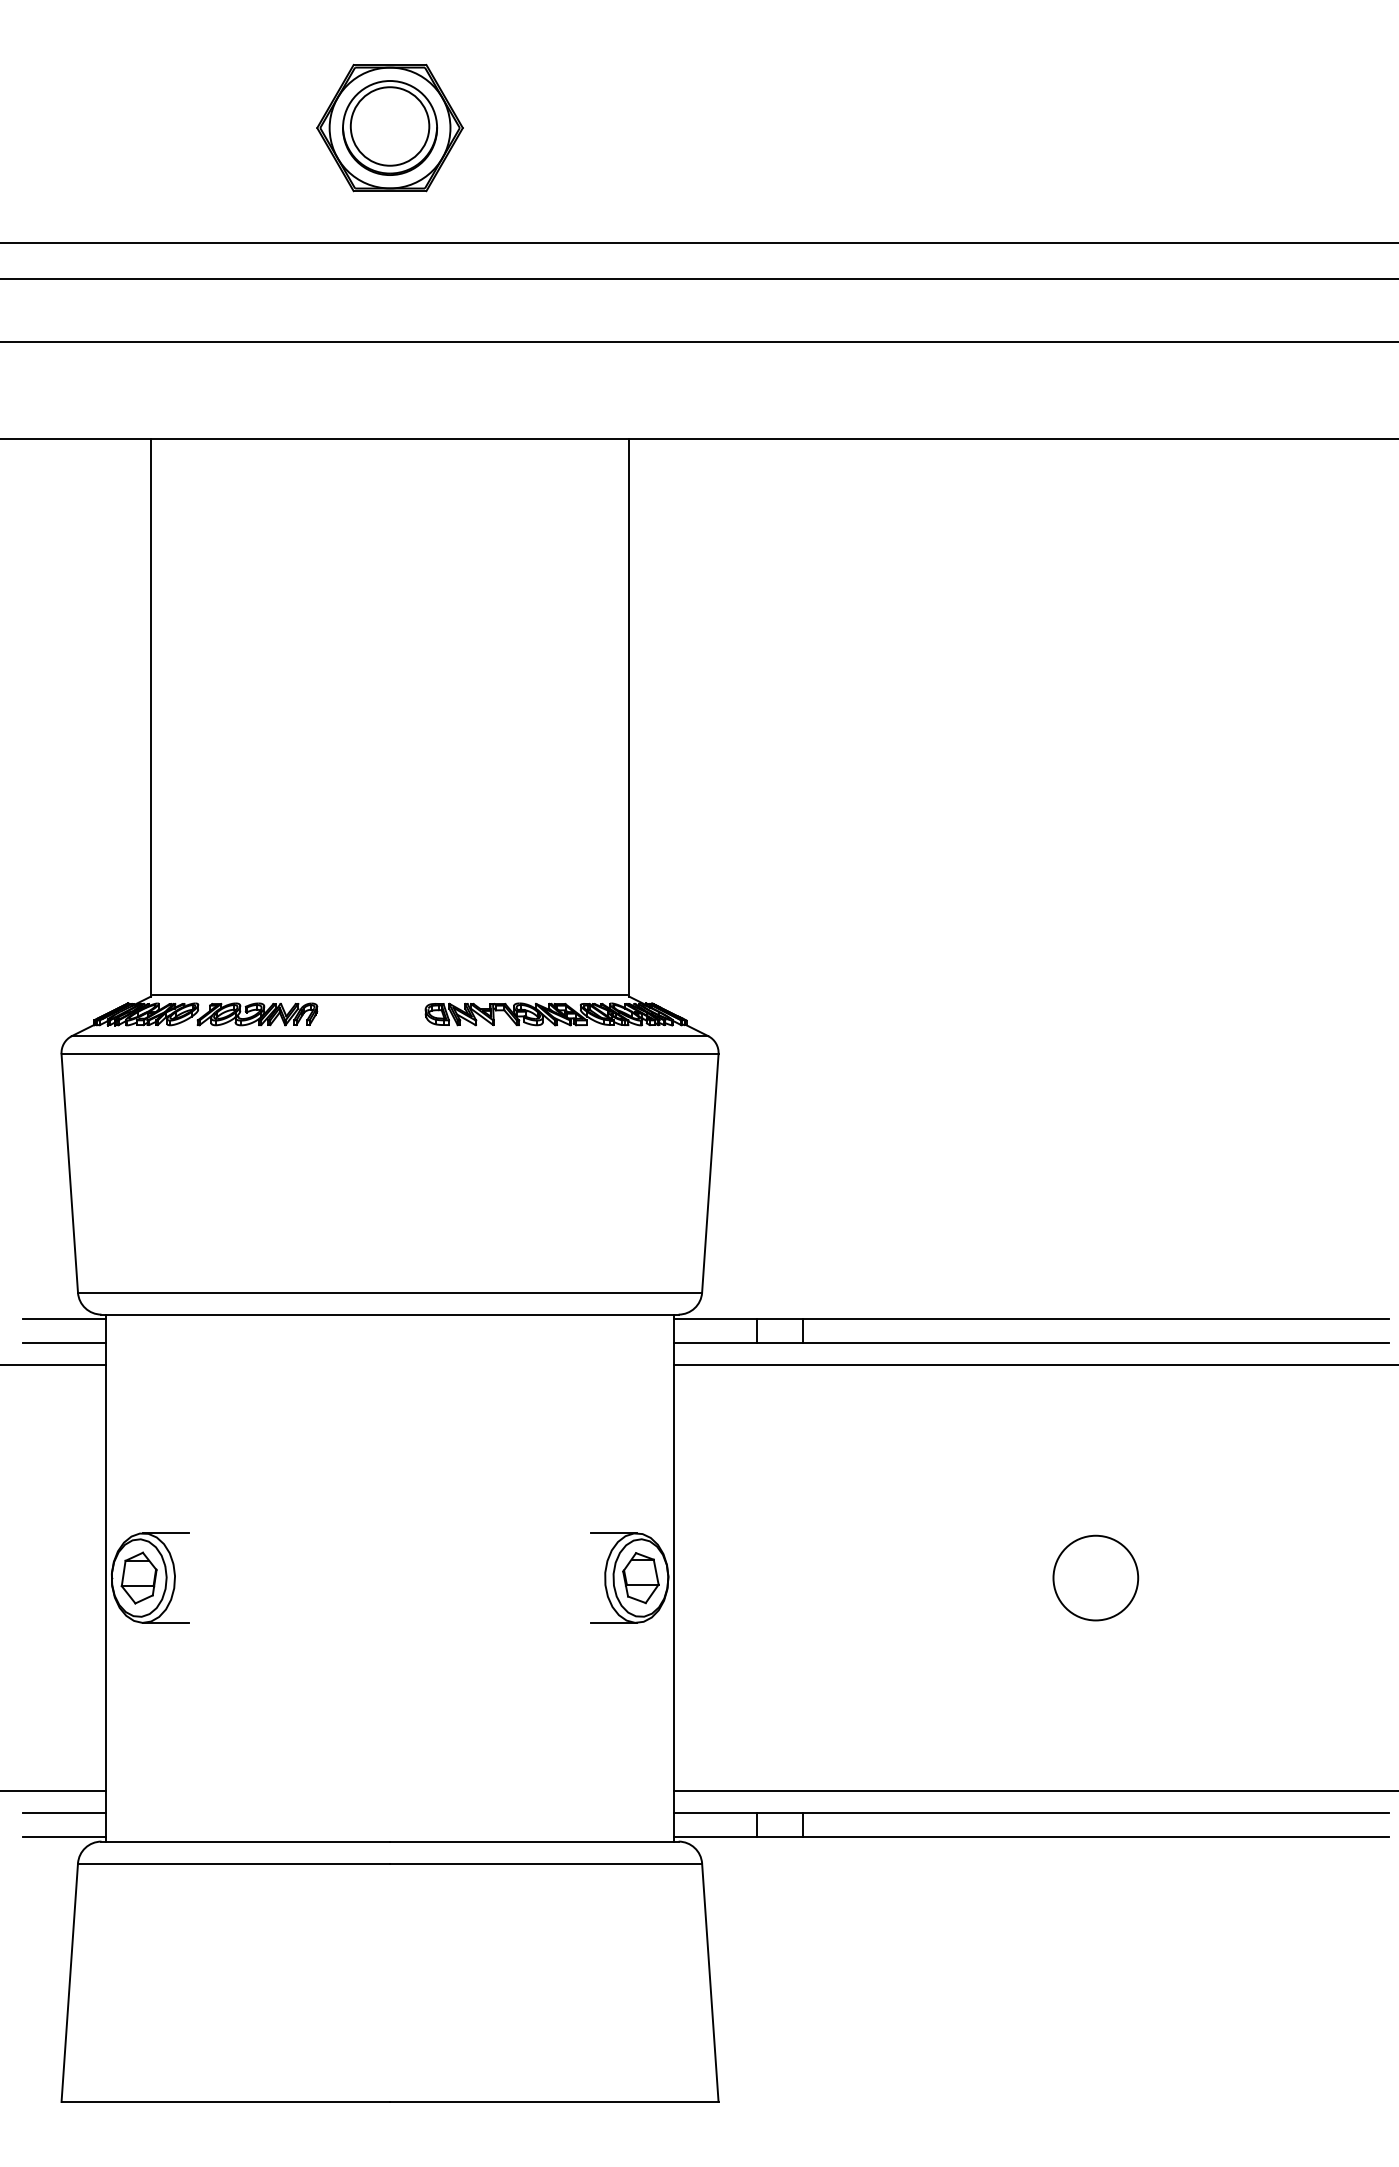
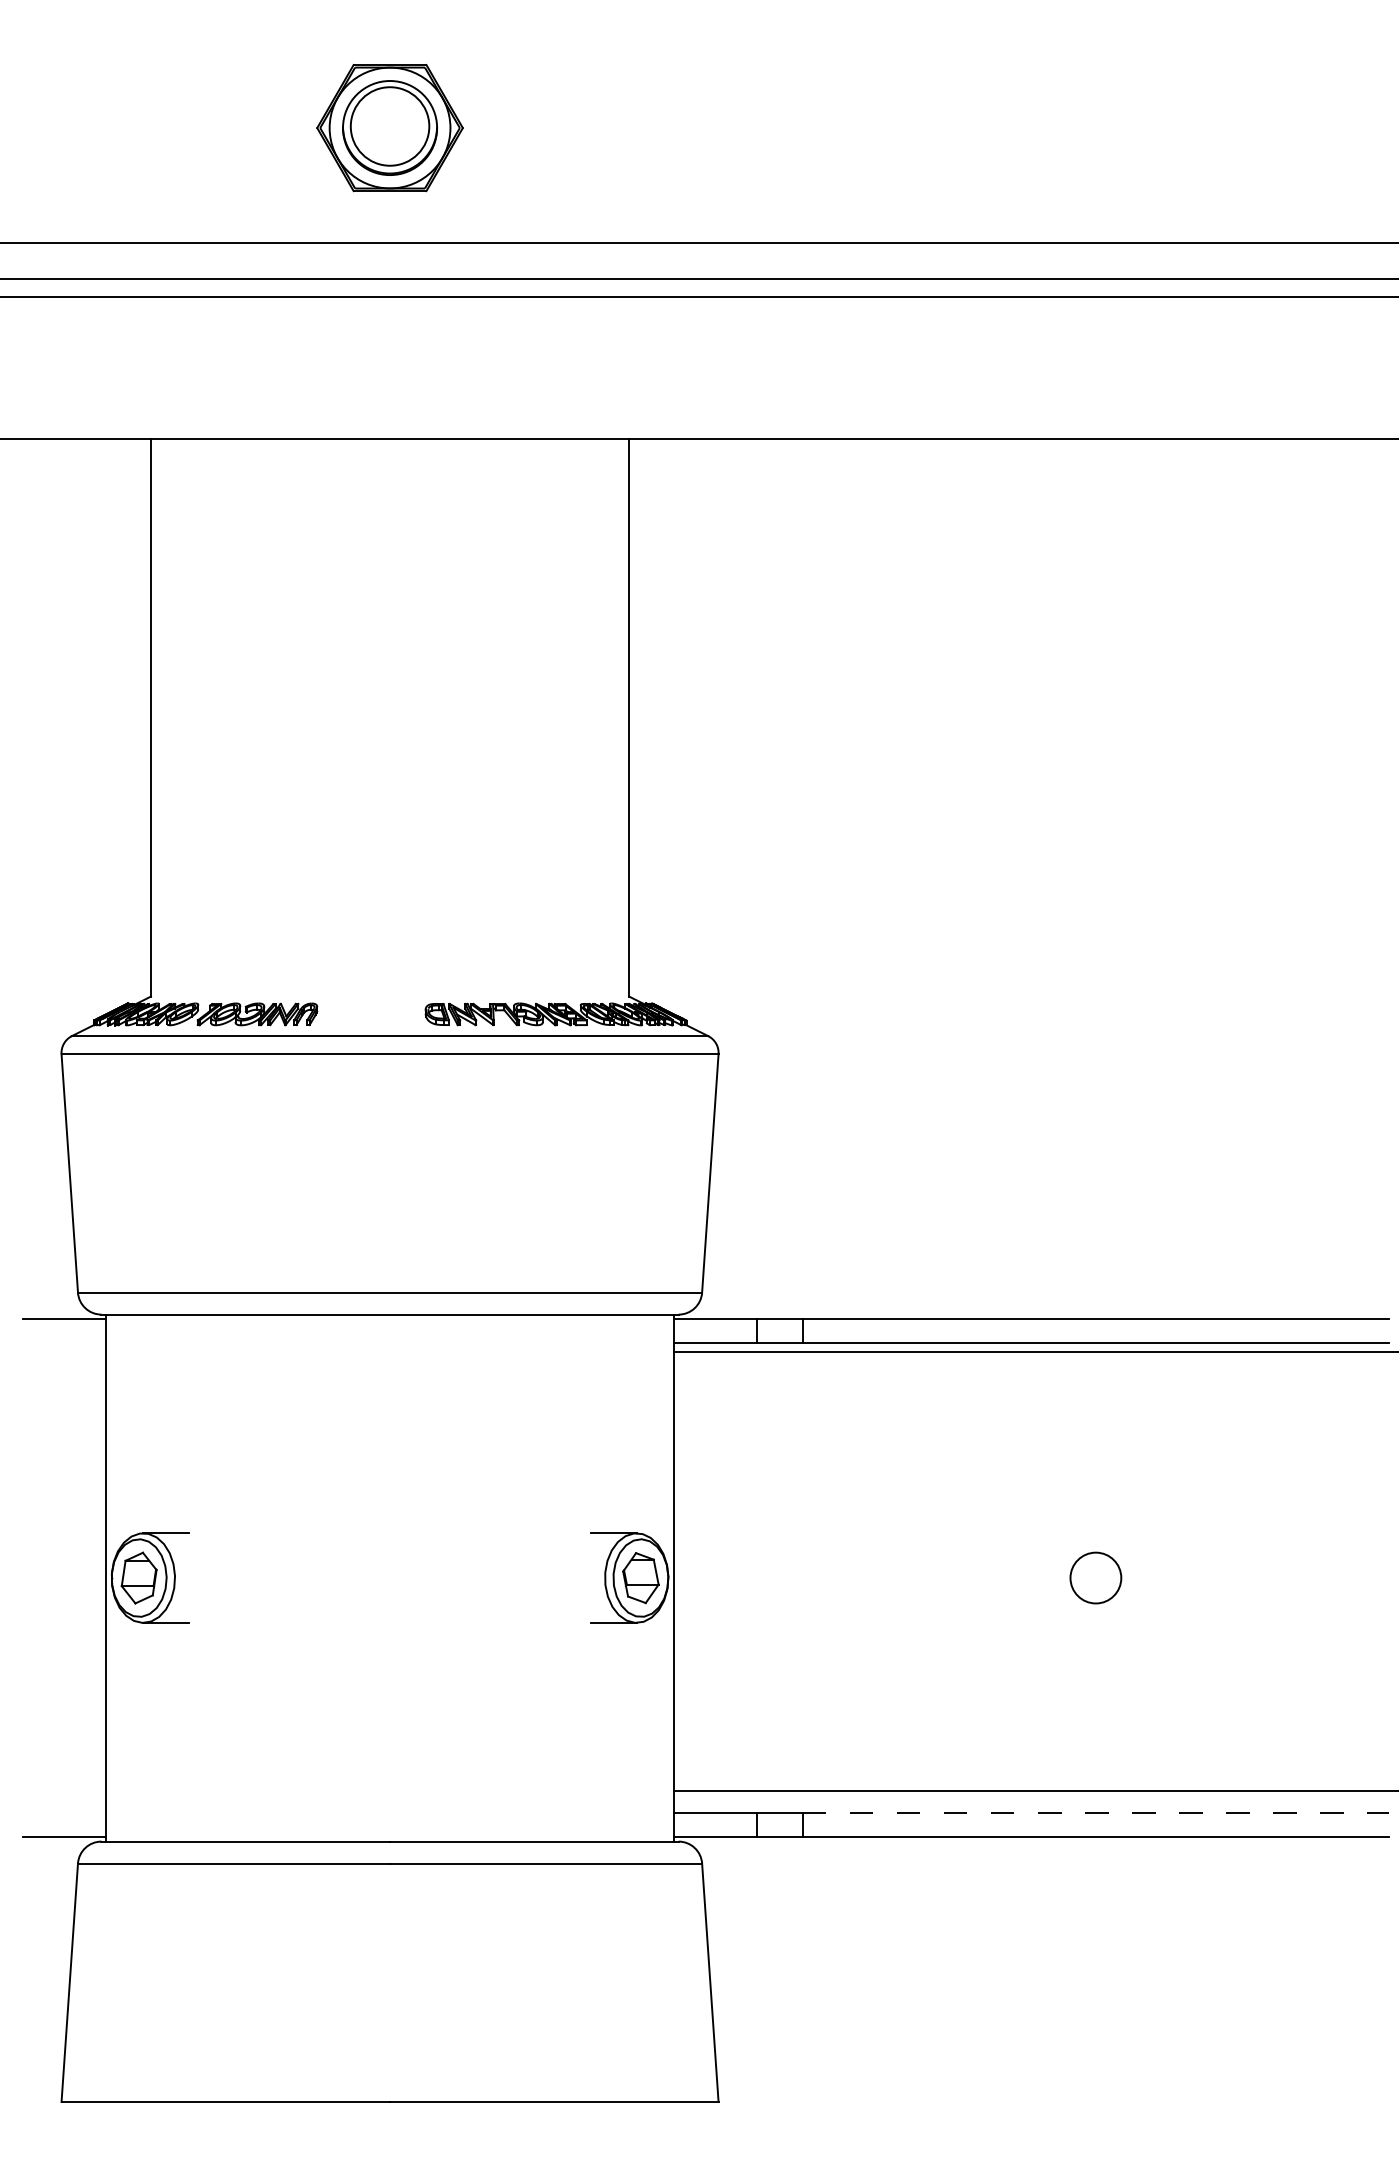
line at (698, 342) position: (698, 342) -> (698, 297)
line at (389, 995): present -> none
line at (64, 1342): present -> none
line at (54, 1365): present -> none
line at (1034, 1365) position: (1034, 1365) -> (1034, 1352)
circle at (1095, 1577) size: 88x88 px -> 54x54 px
line at (54, 1790): present -> none
line at (64, 1813): present -> none
line at (1096, 1813): solid -> dashed
